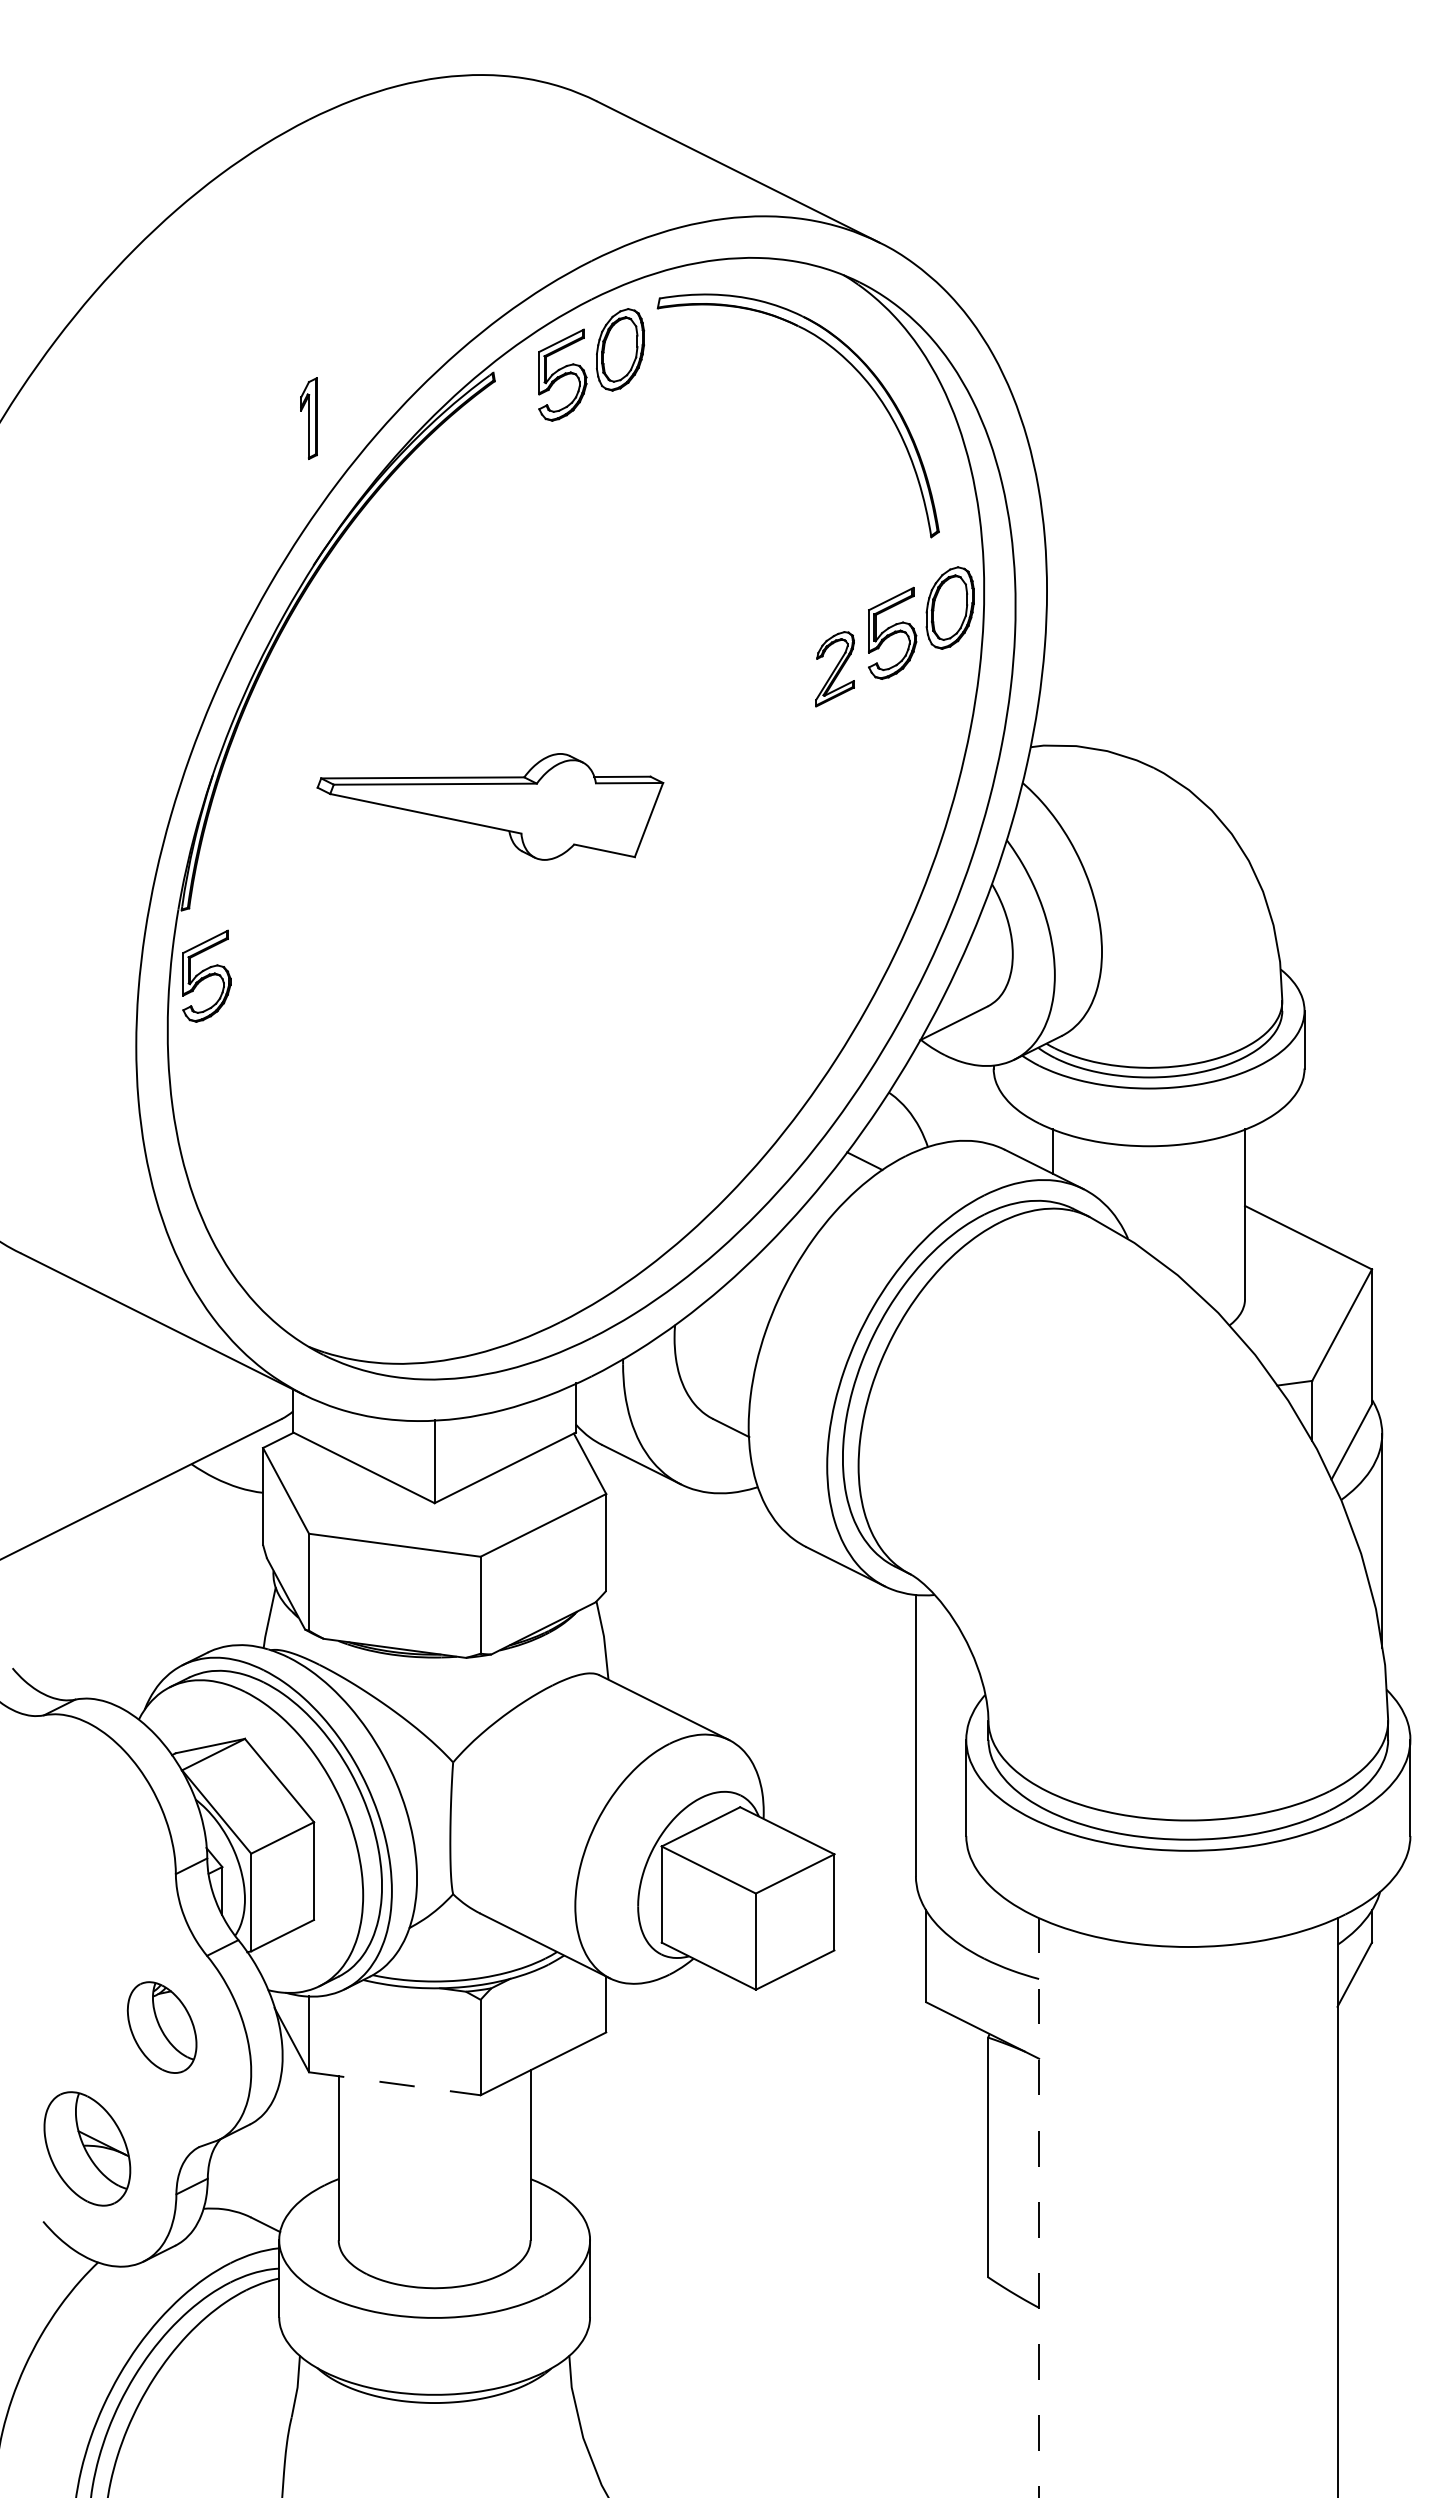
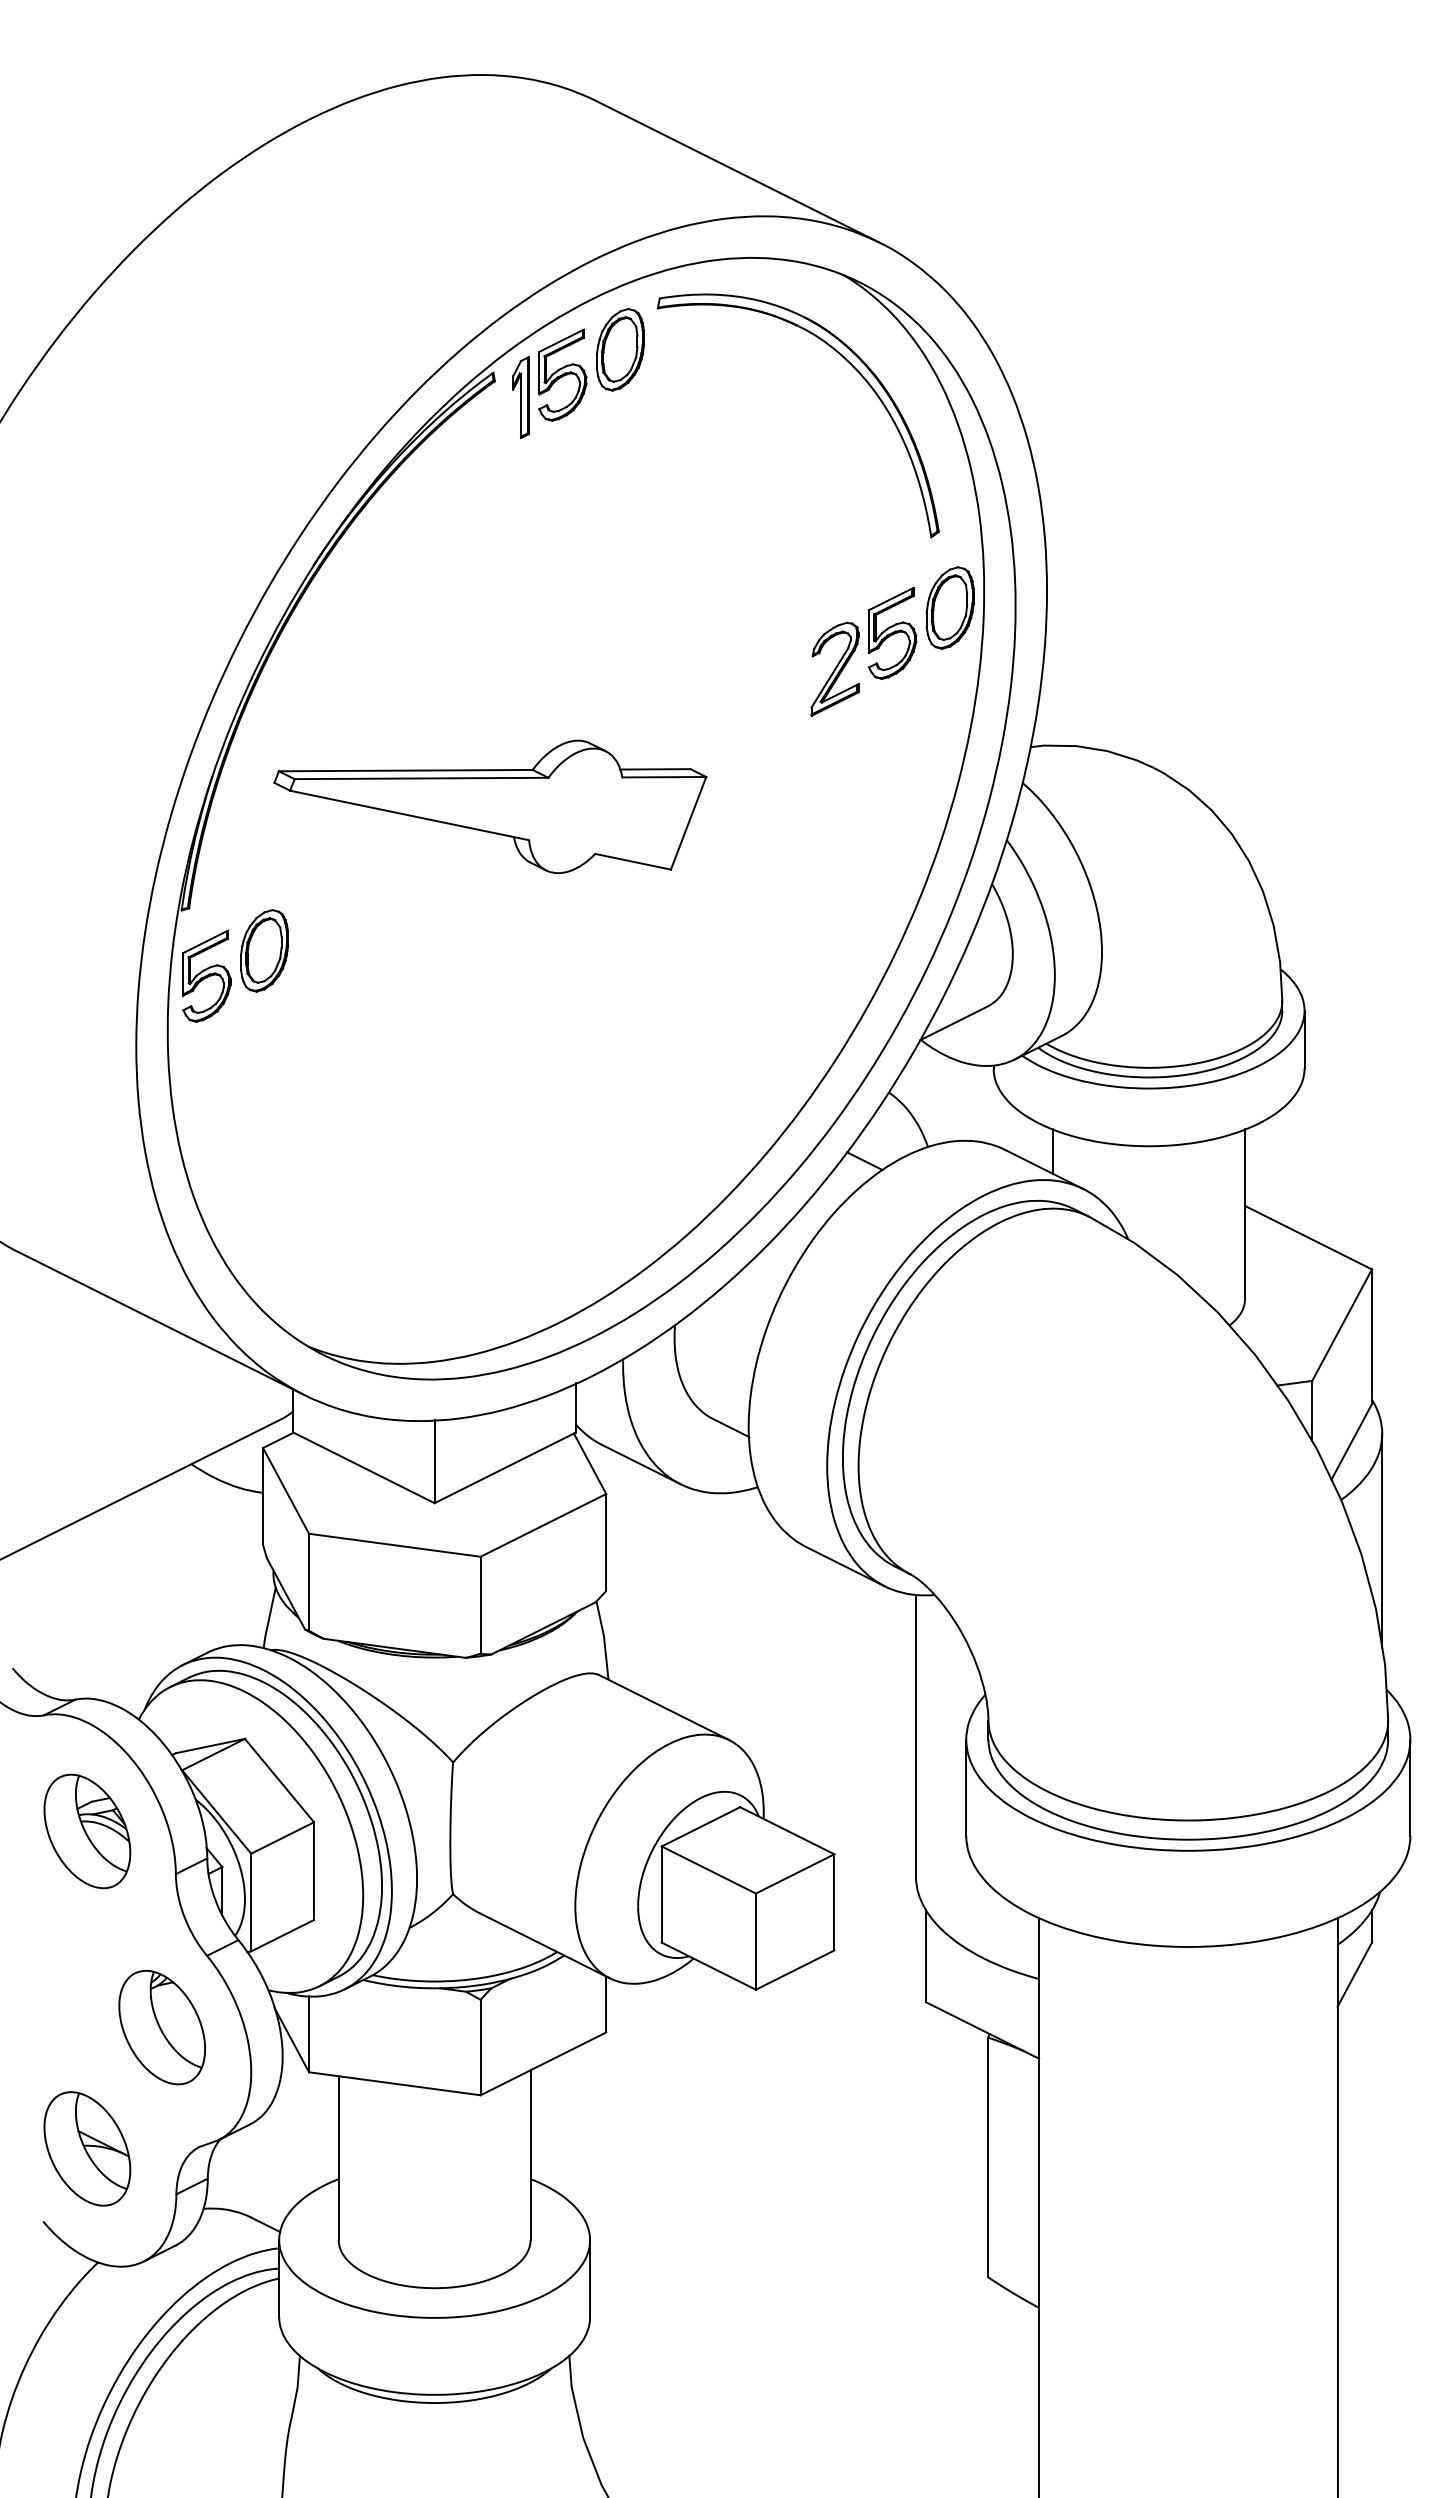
part at (308, 418) position: (308, 418) -> (520, 397)
part at (834, 669) size: 40x77 px -> 50x96 px
part at (490, 806) size: 349x108 px -> 435x136 px
part at (264, 950): none -> present
part at (87, 1831): none -> present
part at (161, 2027) size: 72x93 px -> 88x117 px
line at (394, 2083): dashed -> solid
line at (1039, 2207): dashed -> solid
